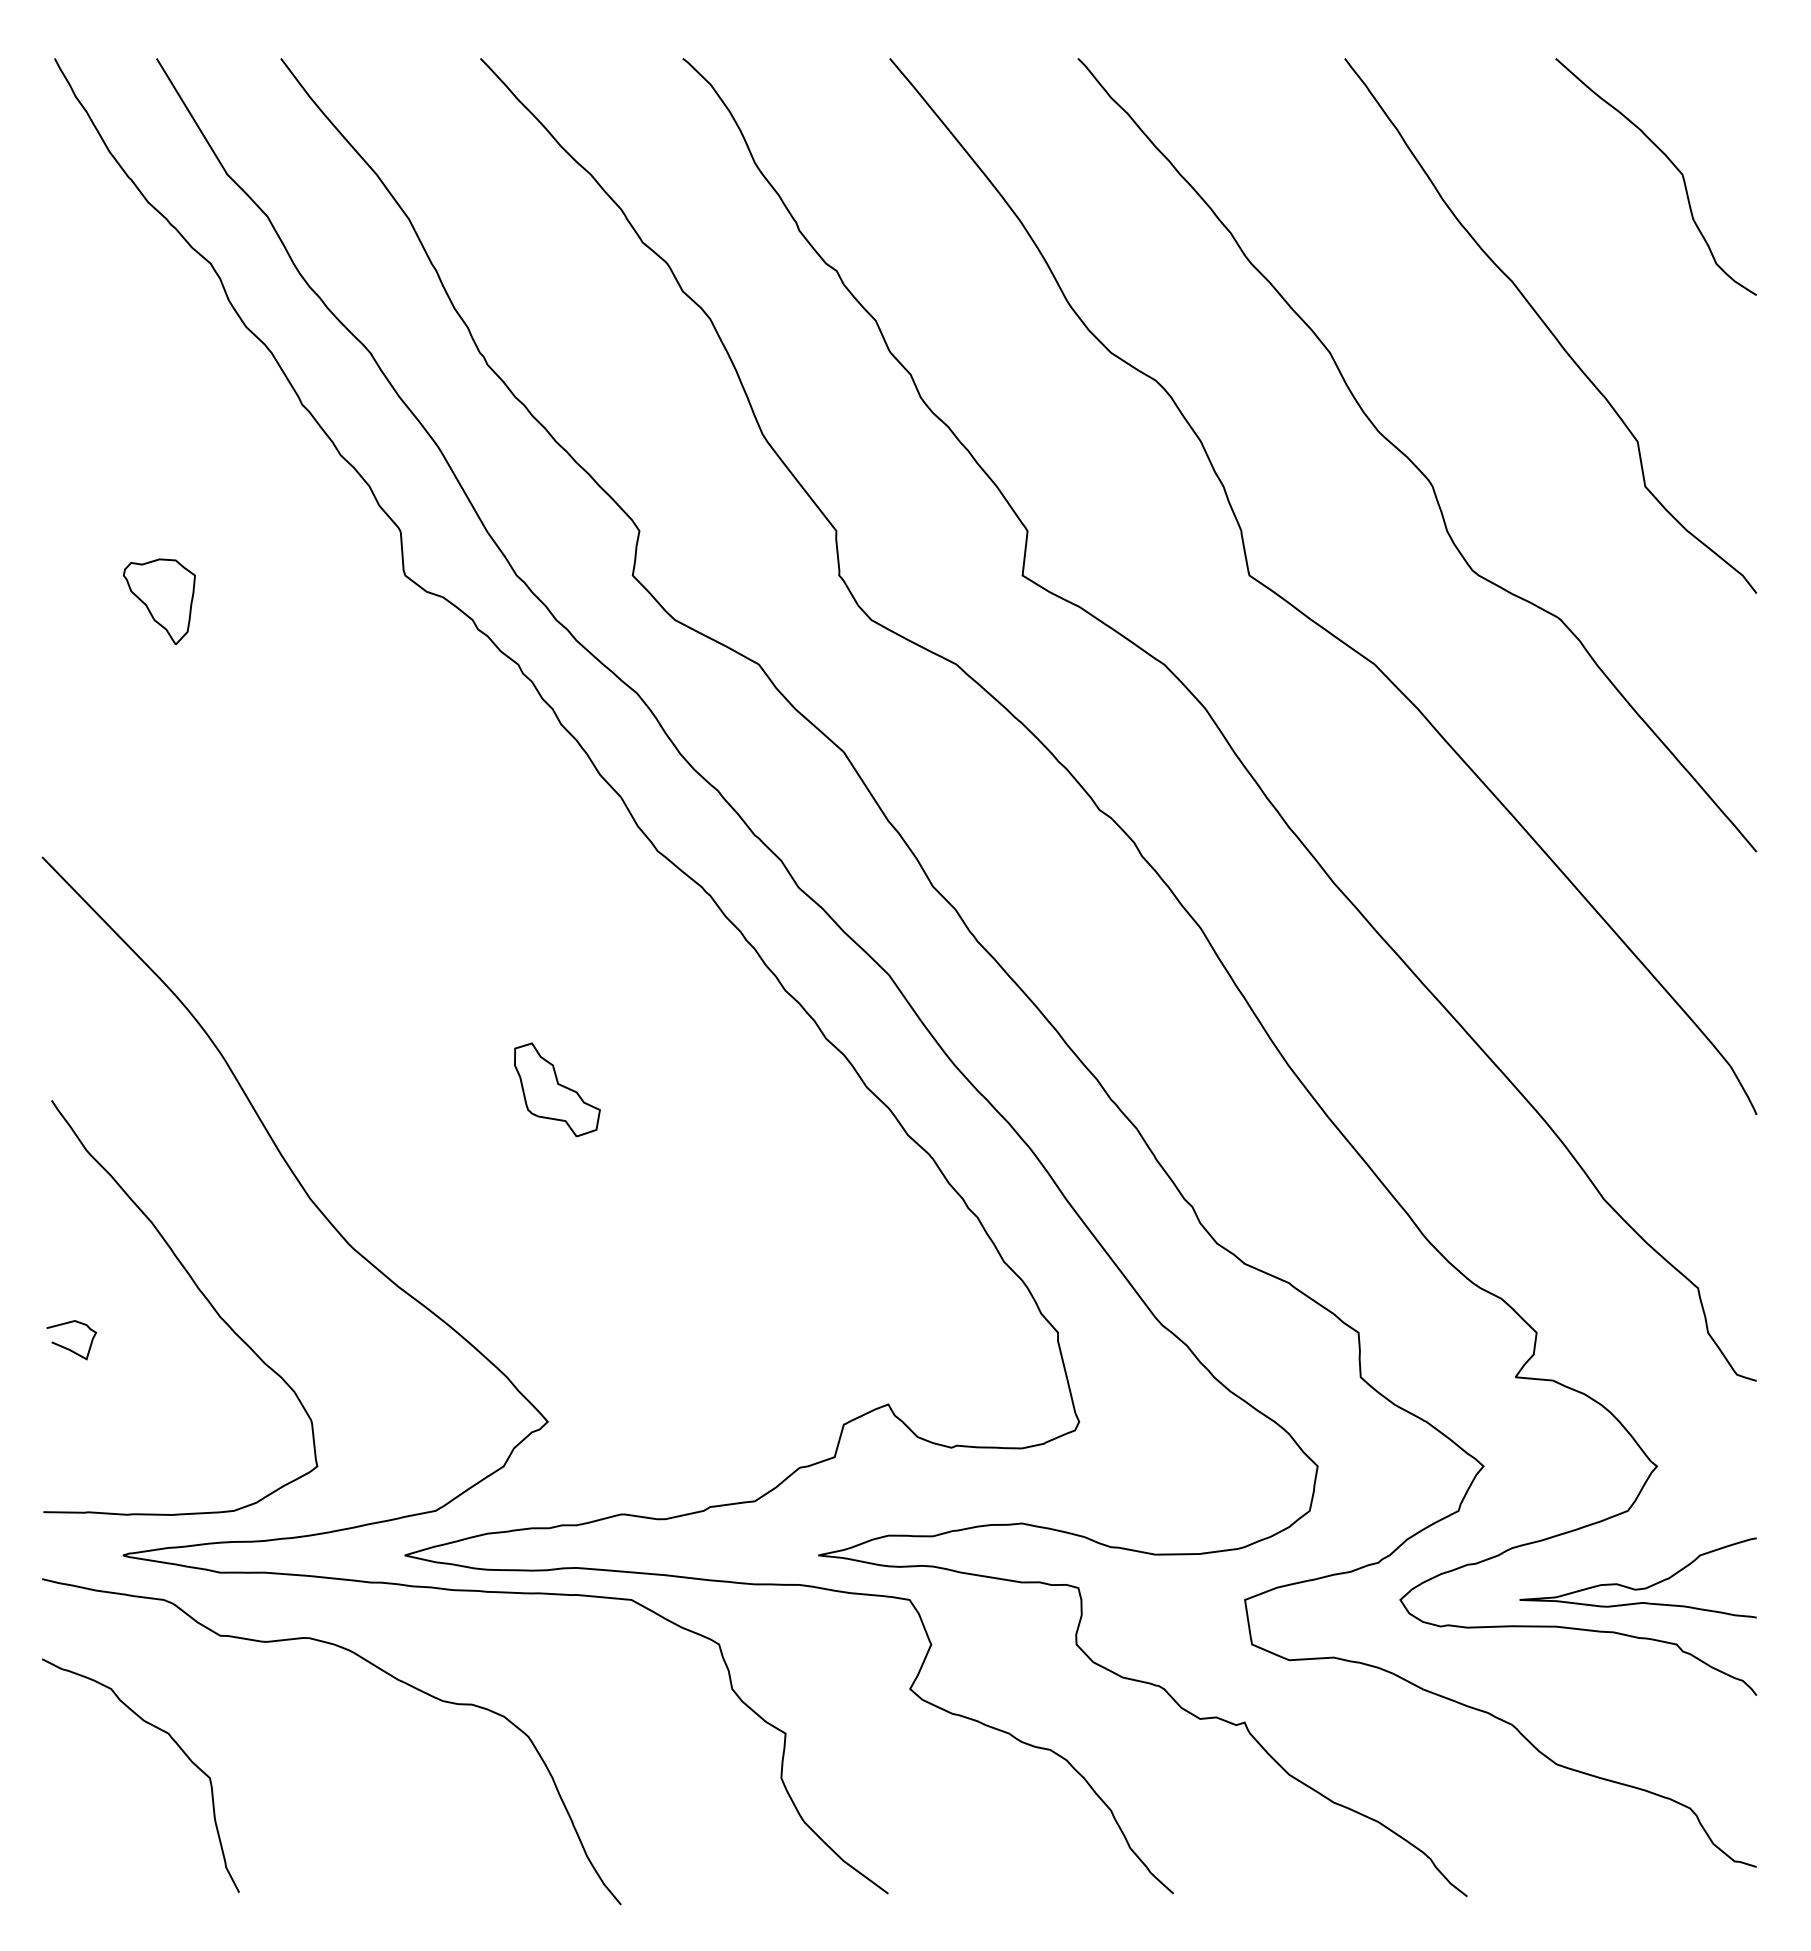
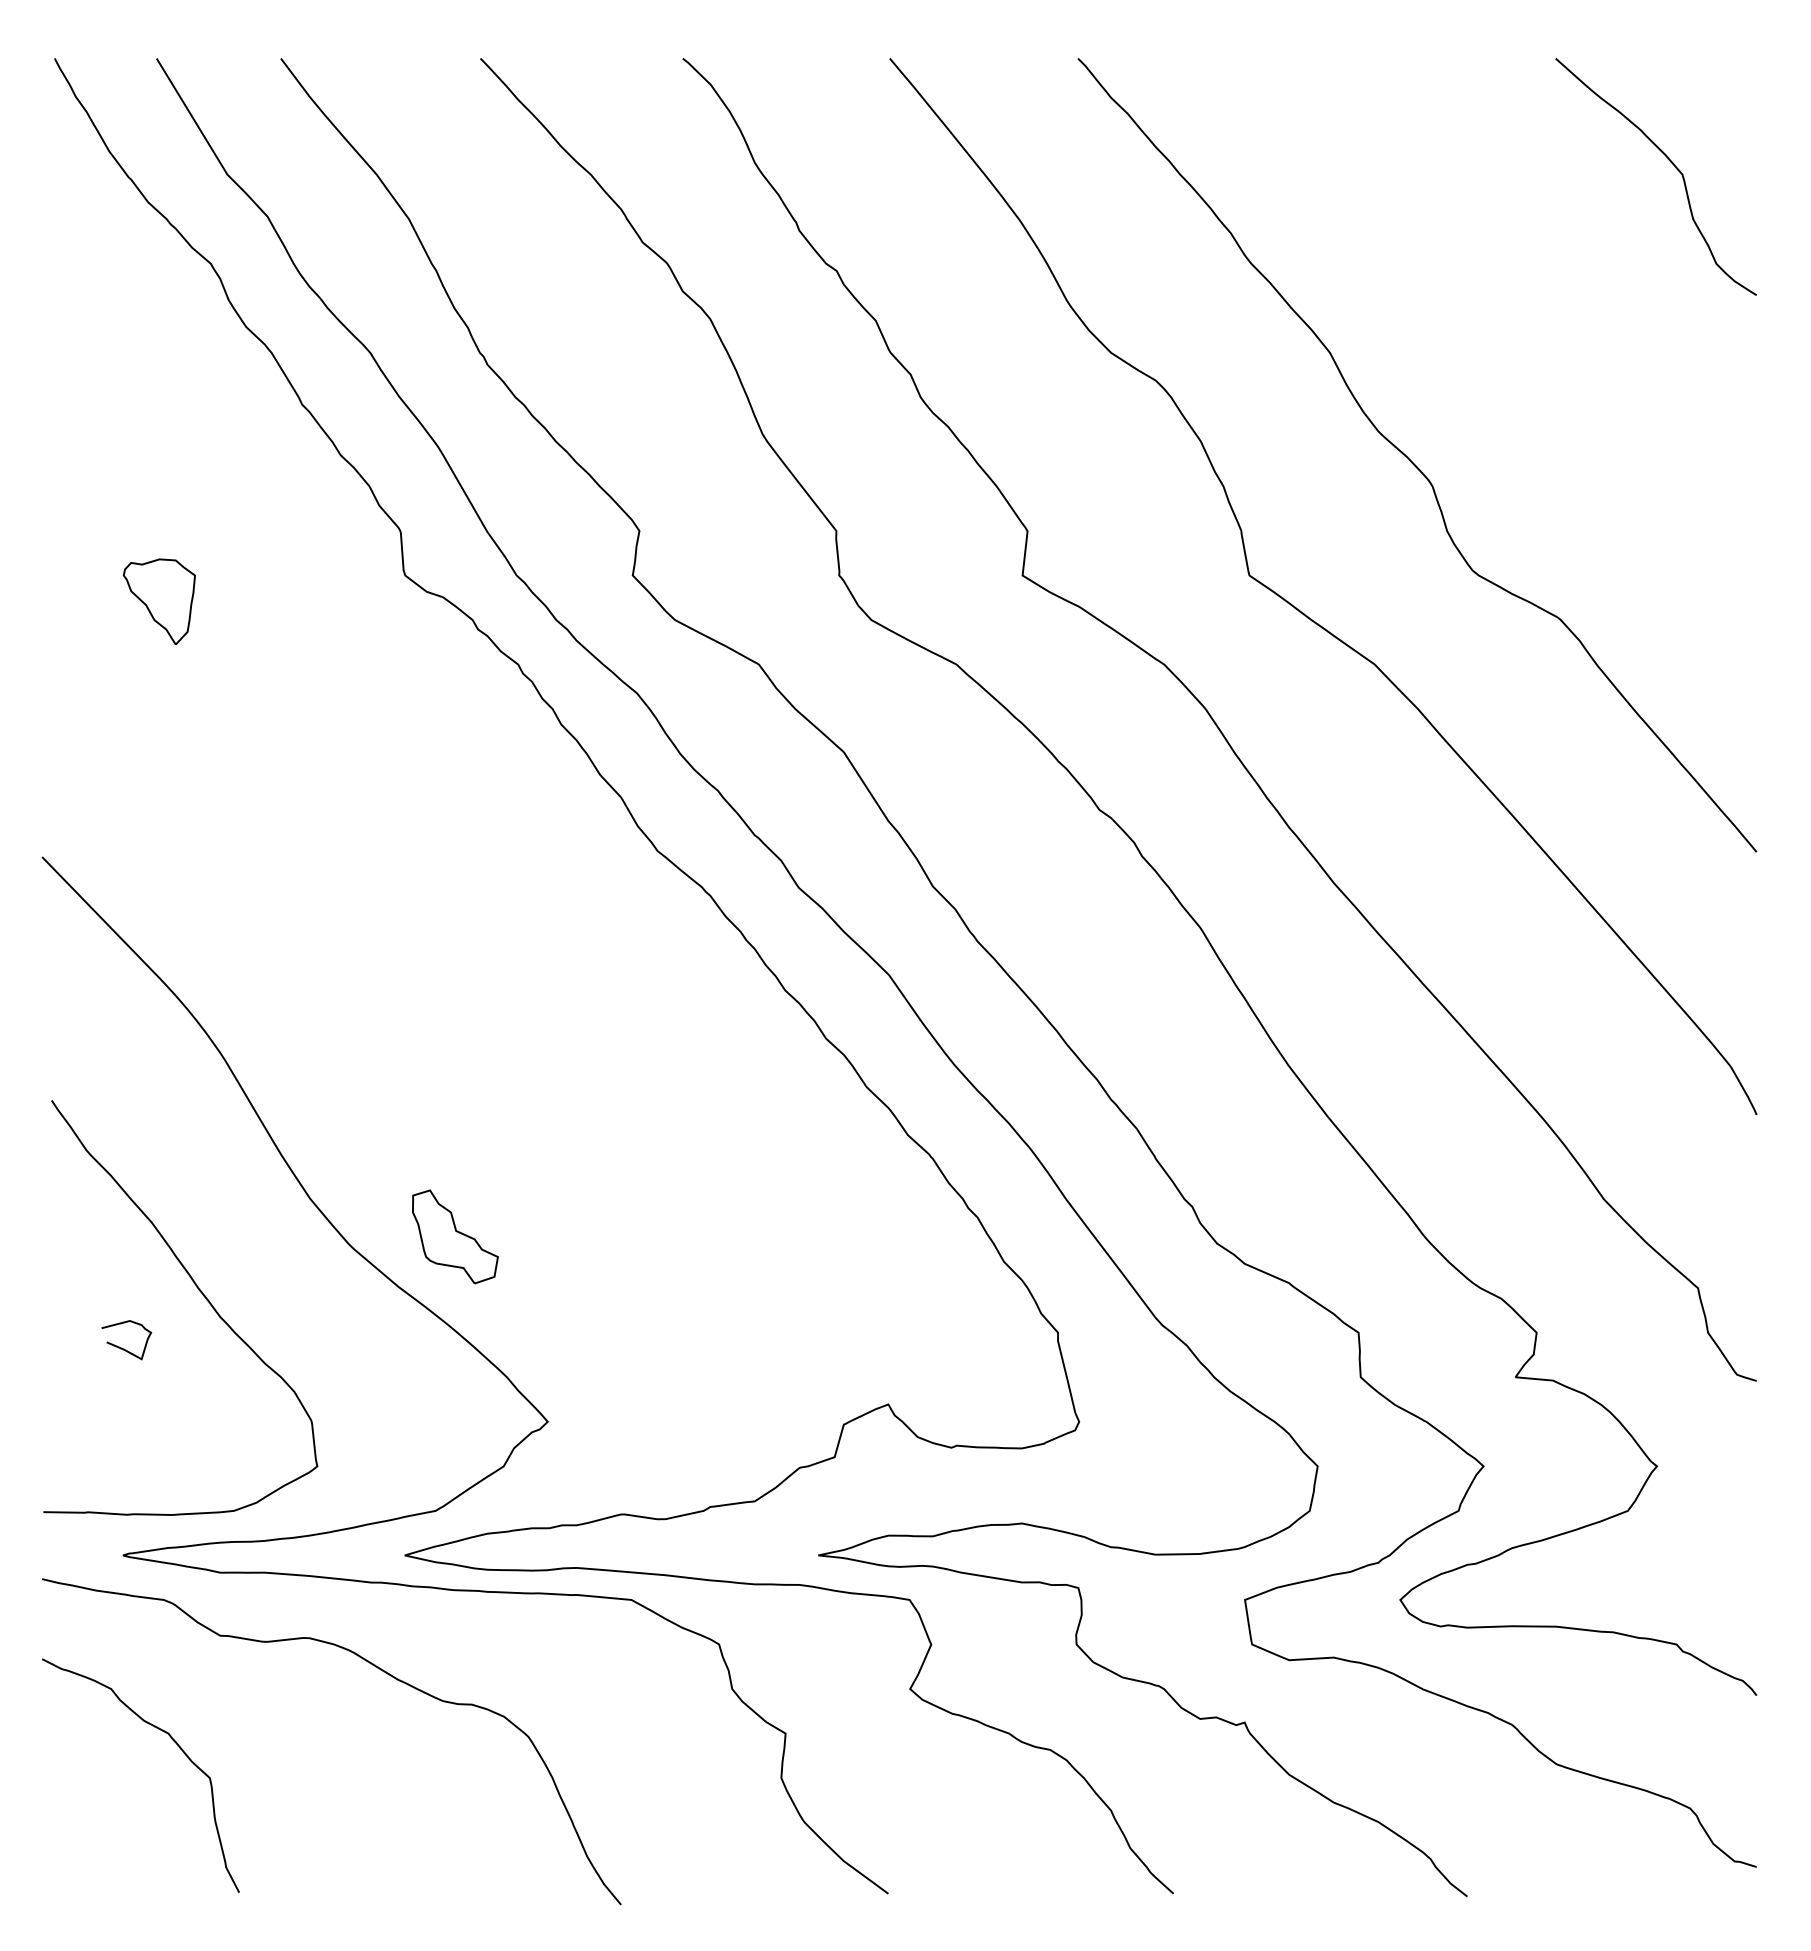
curve at (1548, 326): present -> none
part at (557, 1089) position: (557, 1089) -> (455, 1236)
curve at (69, 1348) position: (69, 1348) -> (124, 1348)
curve at (1637, 1588): present -> none
